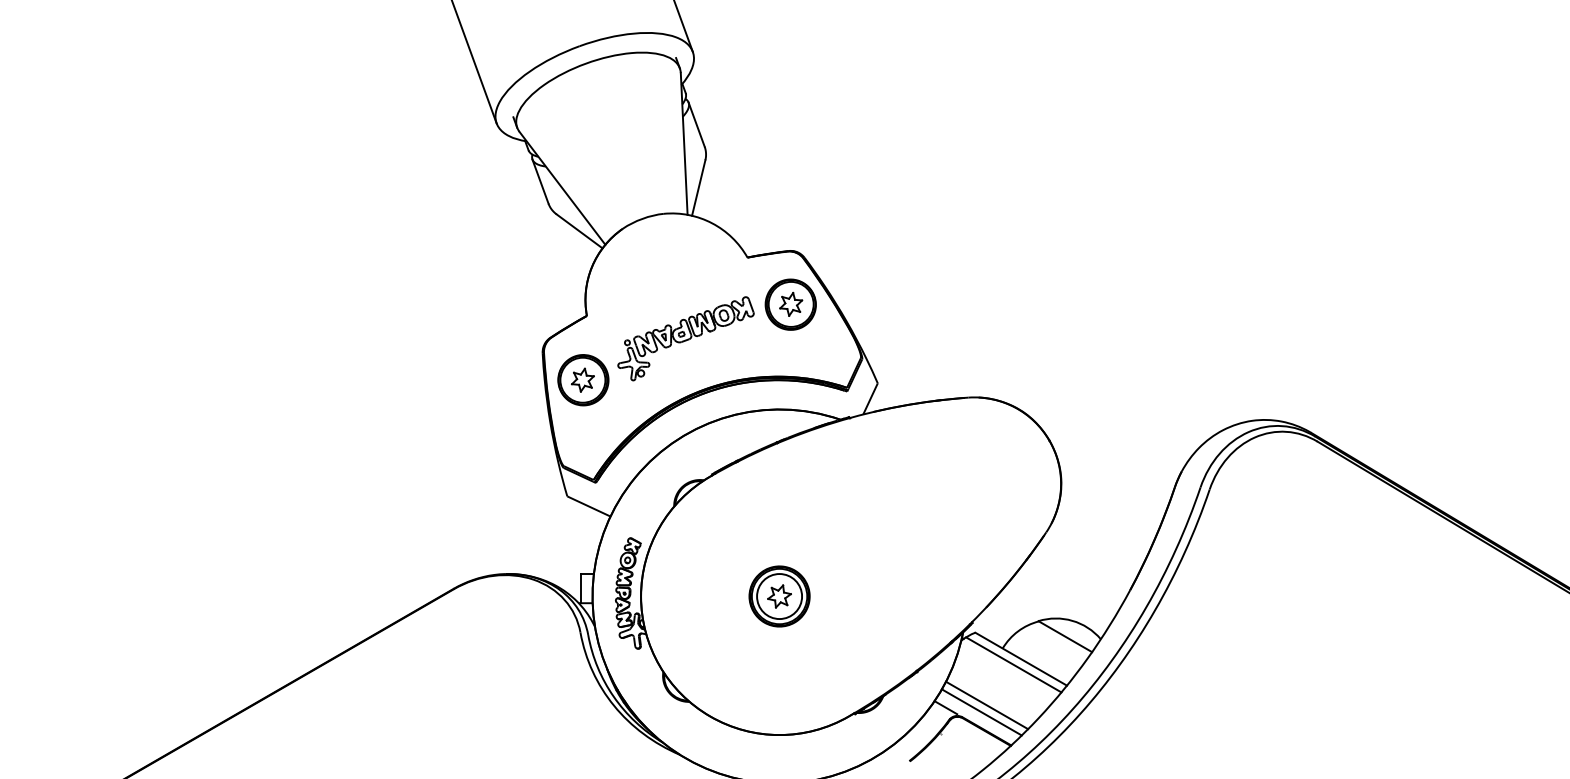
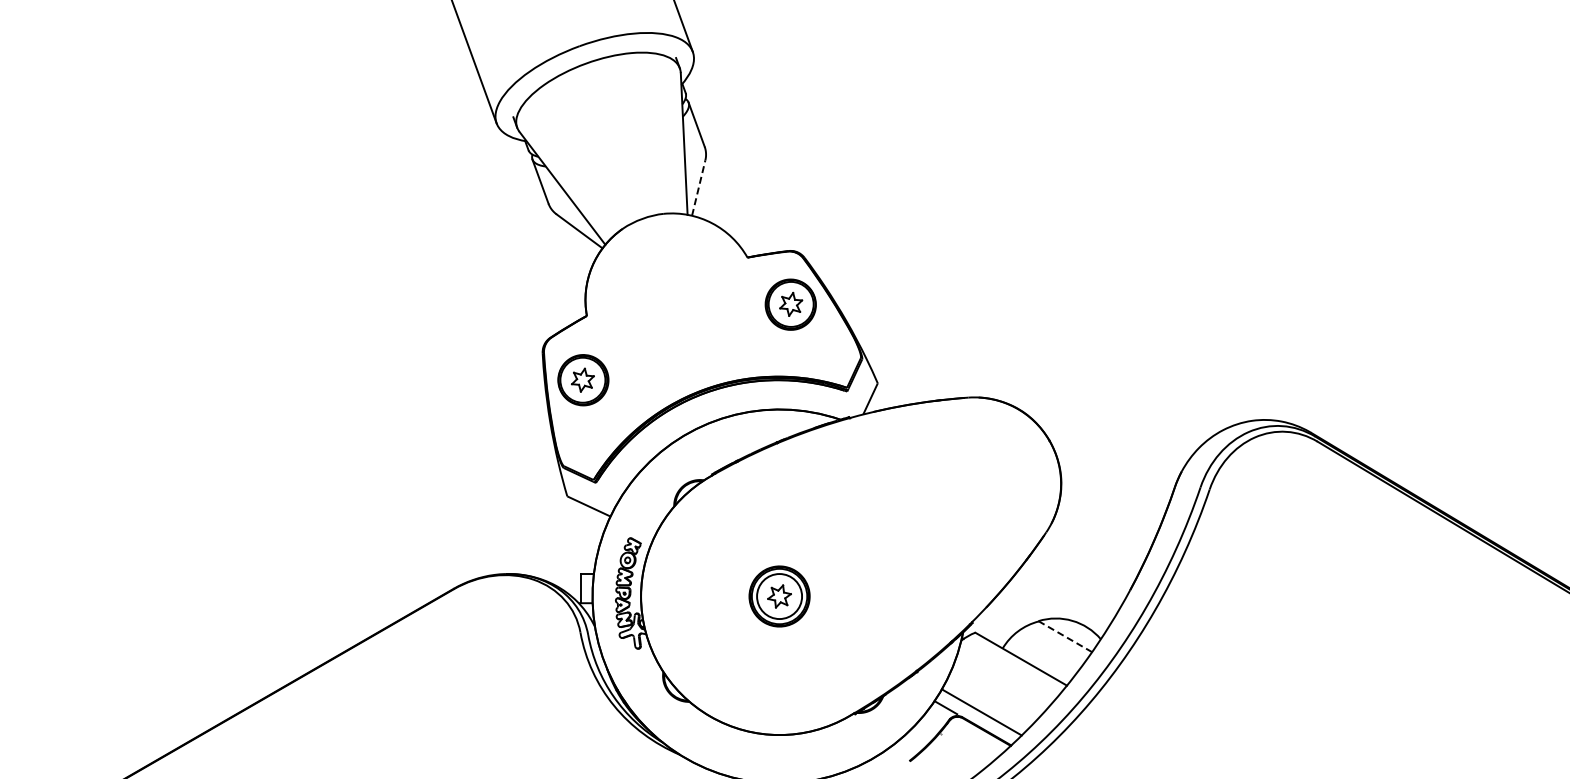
line at (698, 188): solid -> dashed
part at (685, 338): present -> none
line at (1065, 636): solid -> dashed
line at (1013, 664): present -> none
line at (987, 705): present -> none
